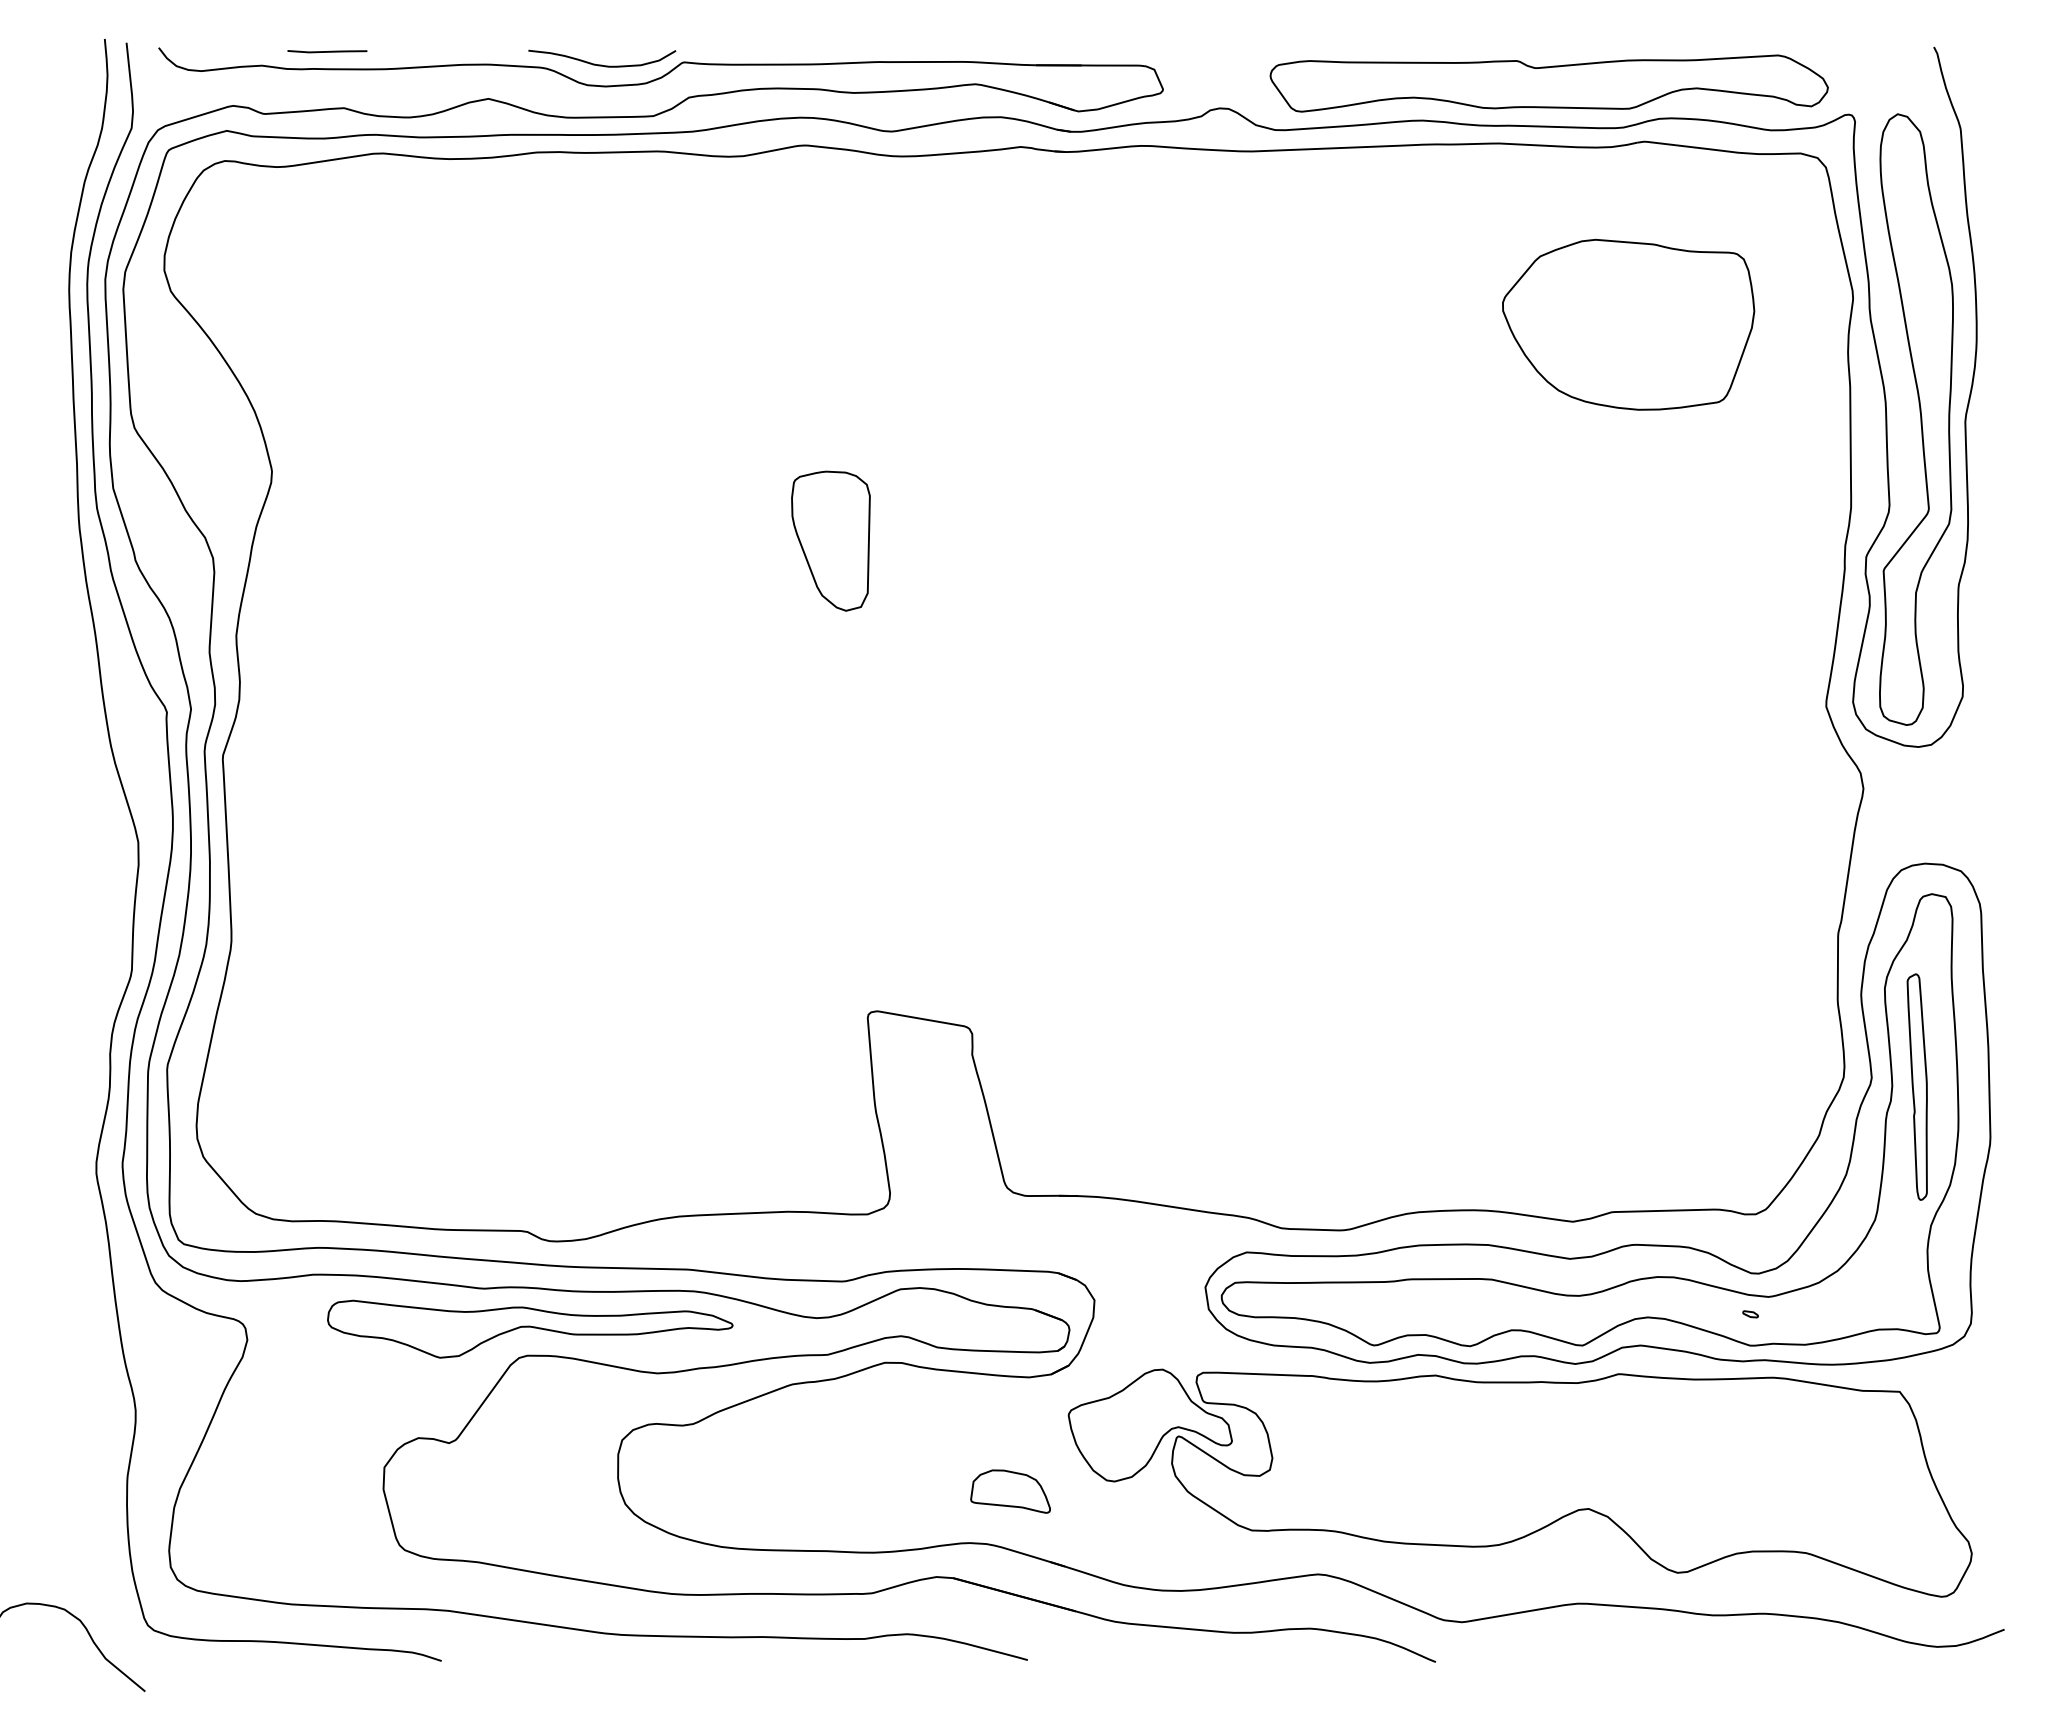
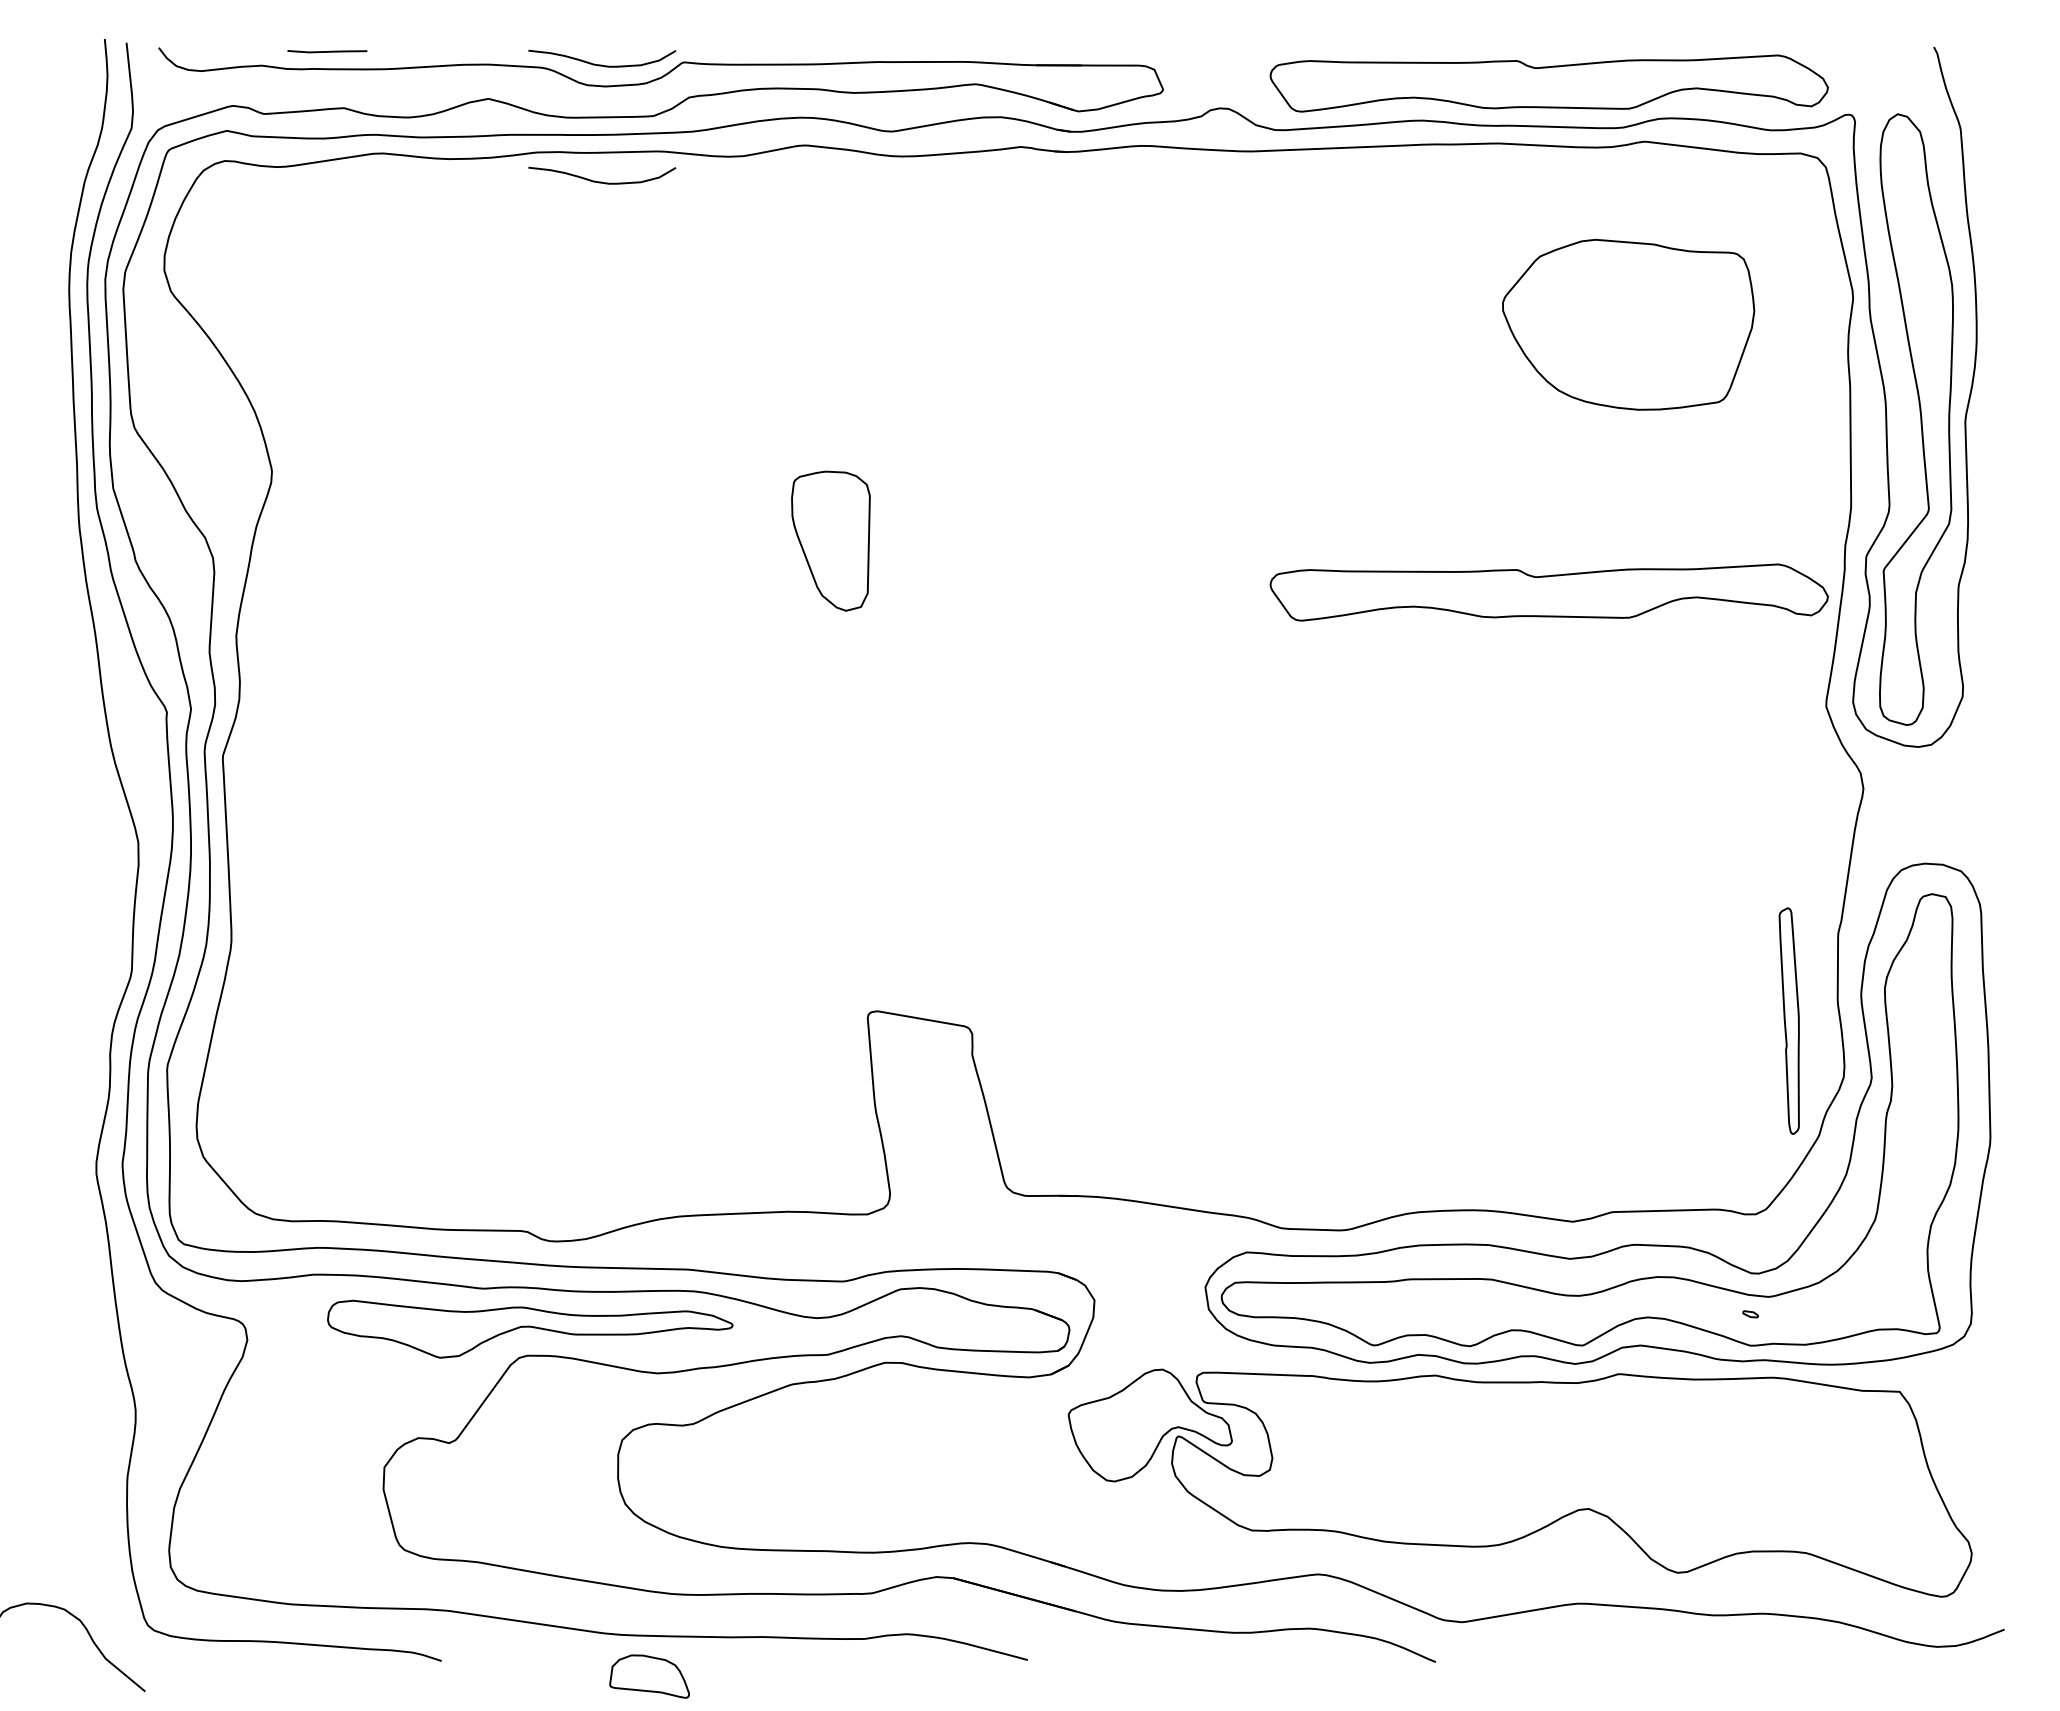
curve at (602, 181): none -> present
part at (1548, 592): none -> present
part at (1916, 1086) position: (1916, 1086) -> (1788, 1020)
part at (1010, 1491) position: (1010, 1491) -> (649, 1676)
